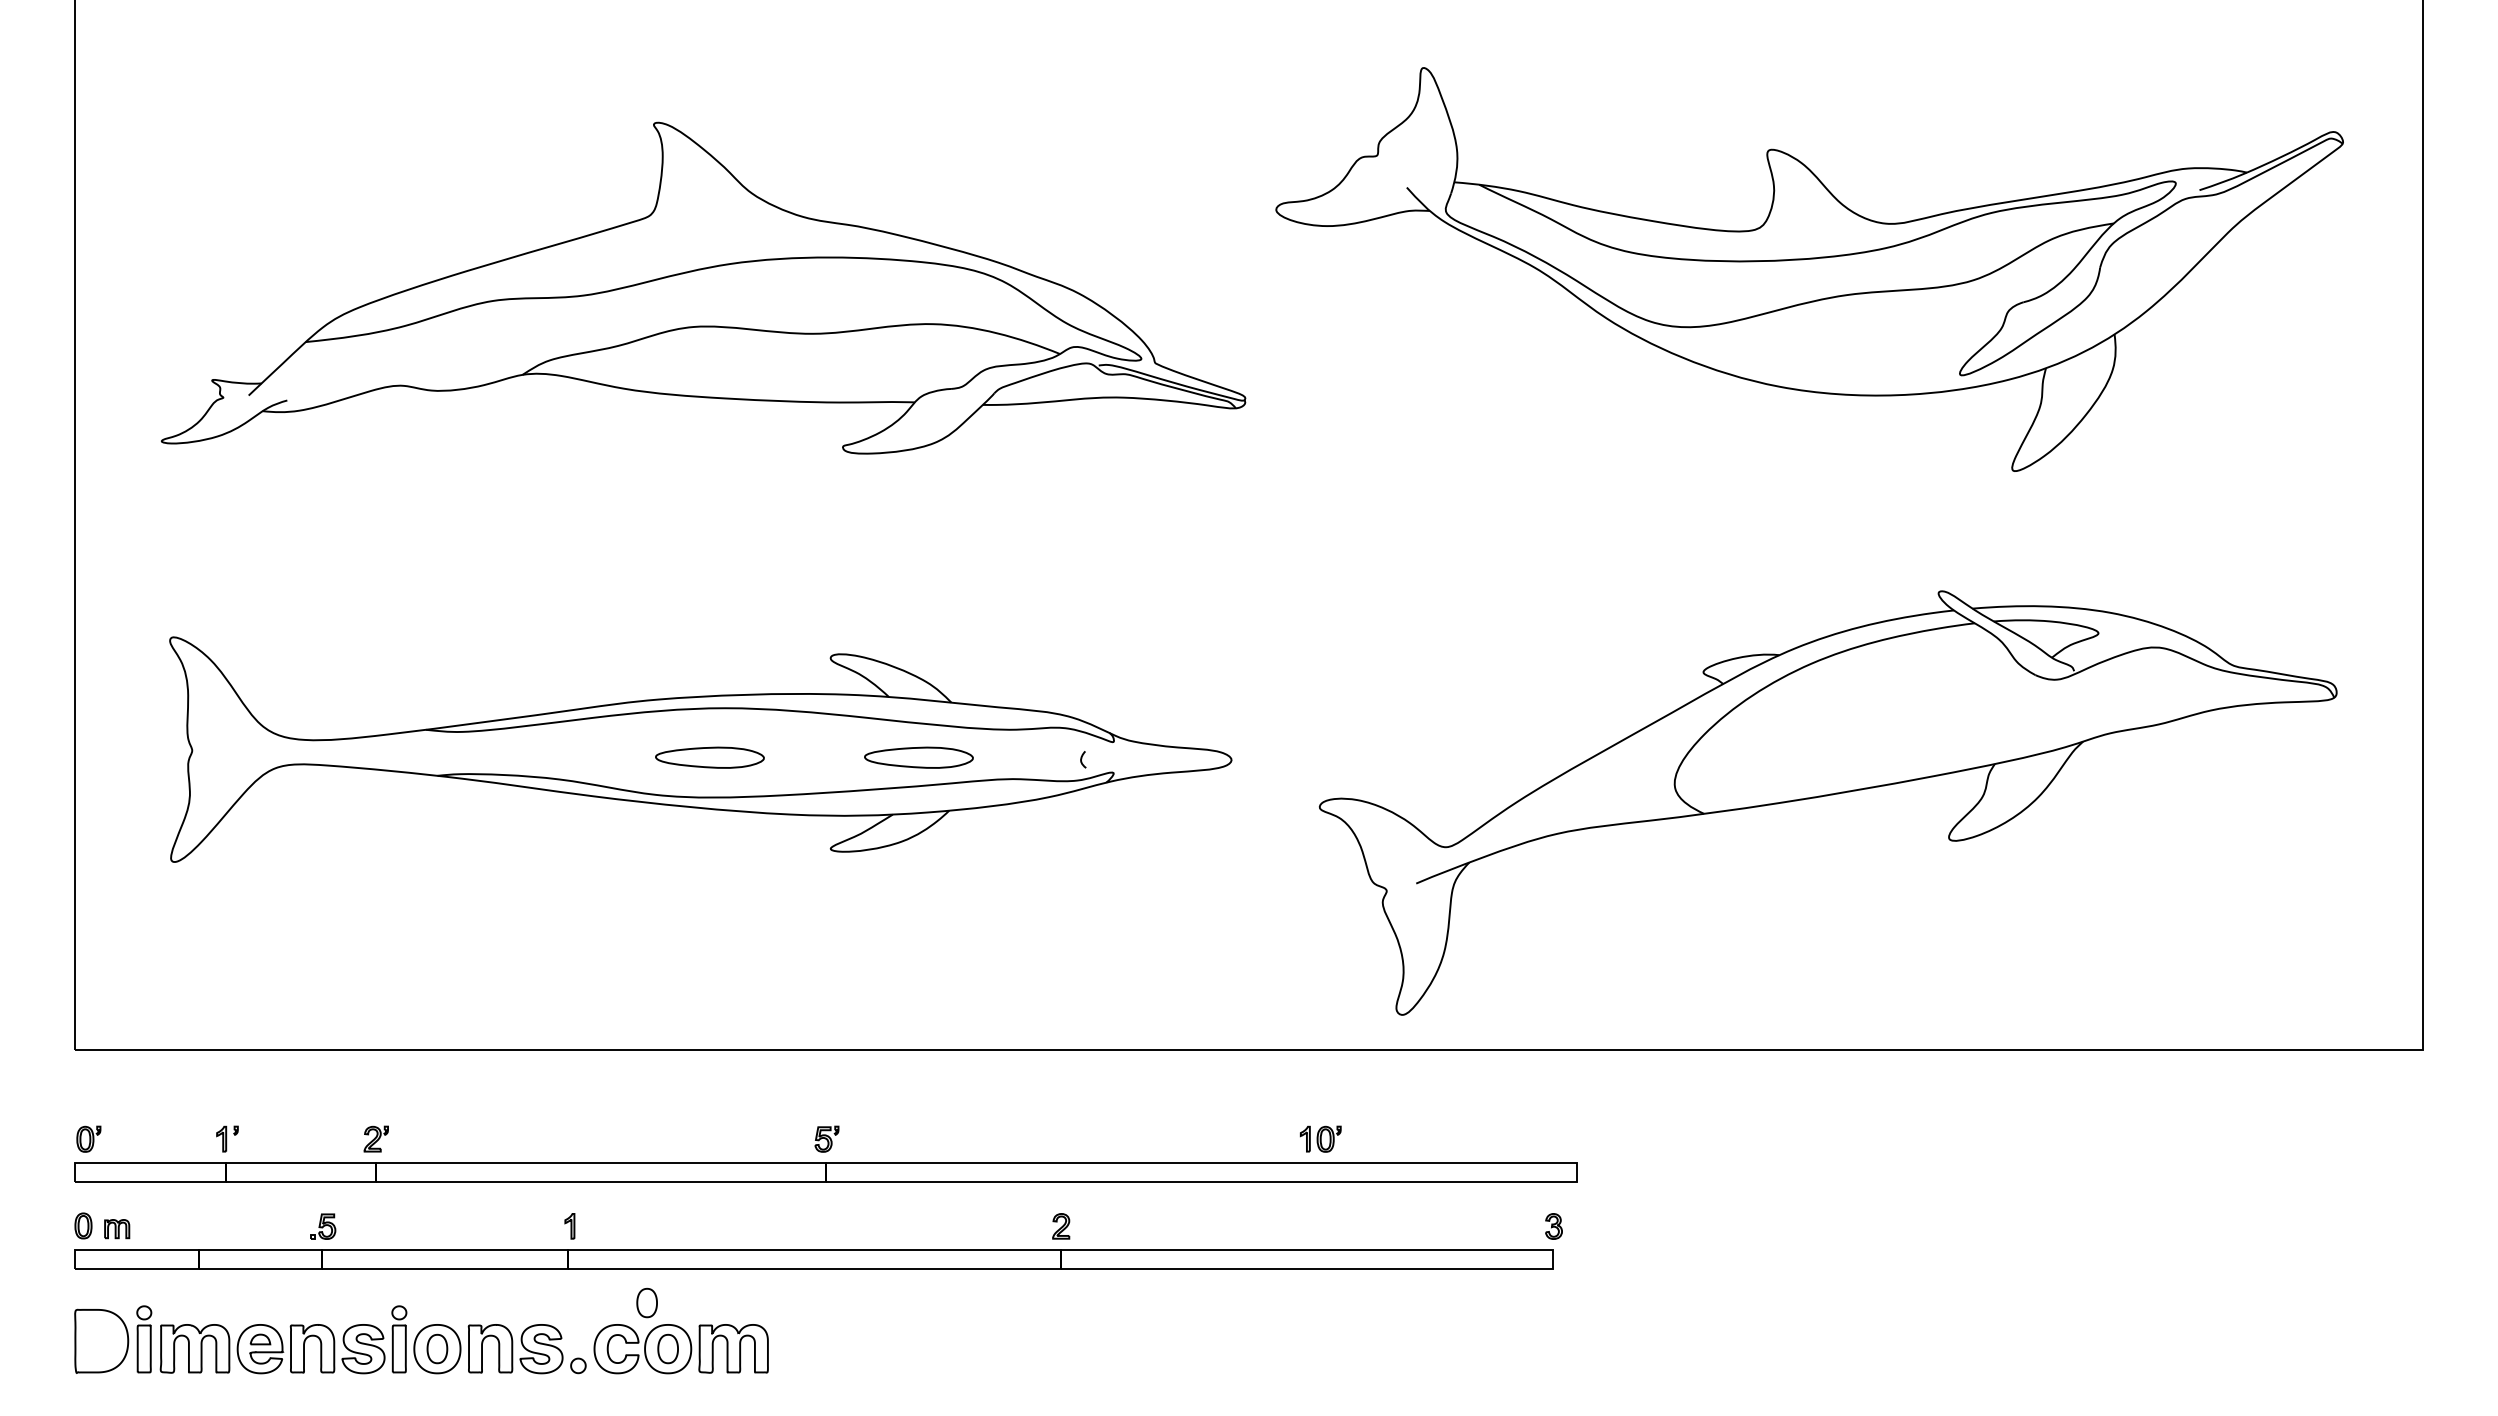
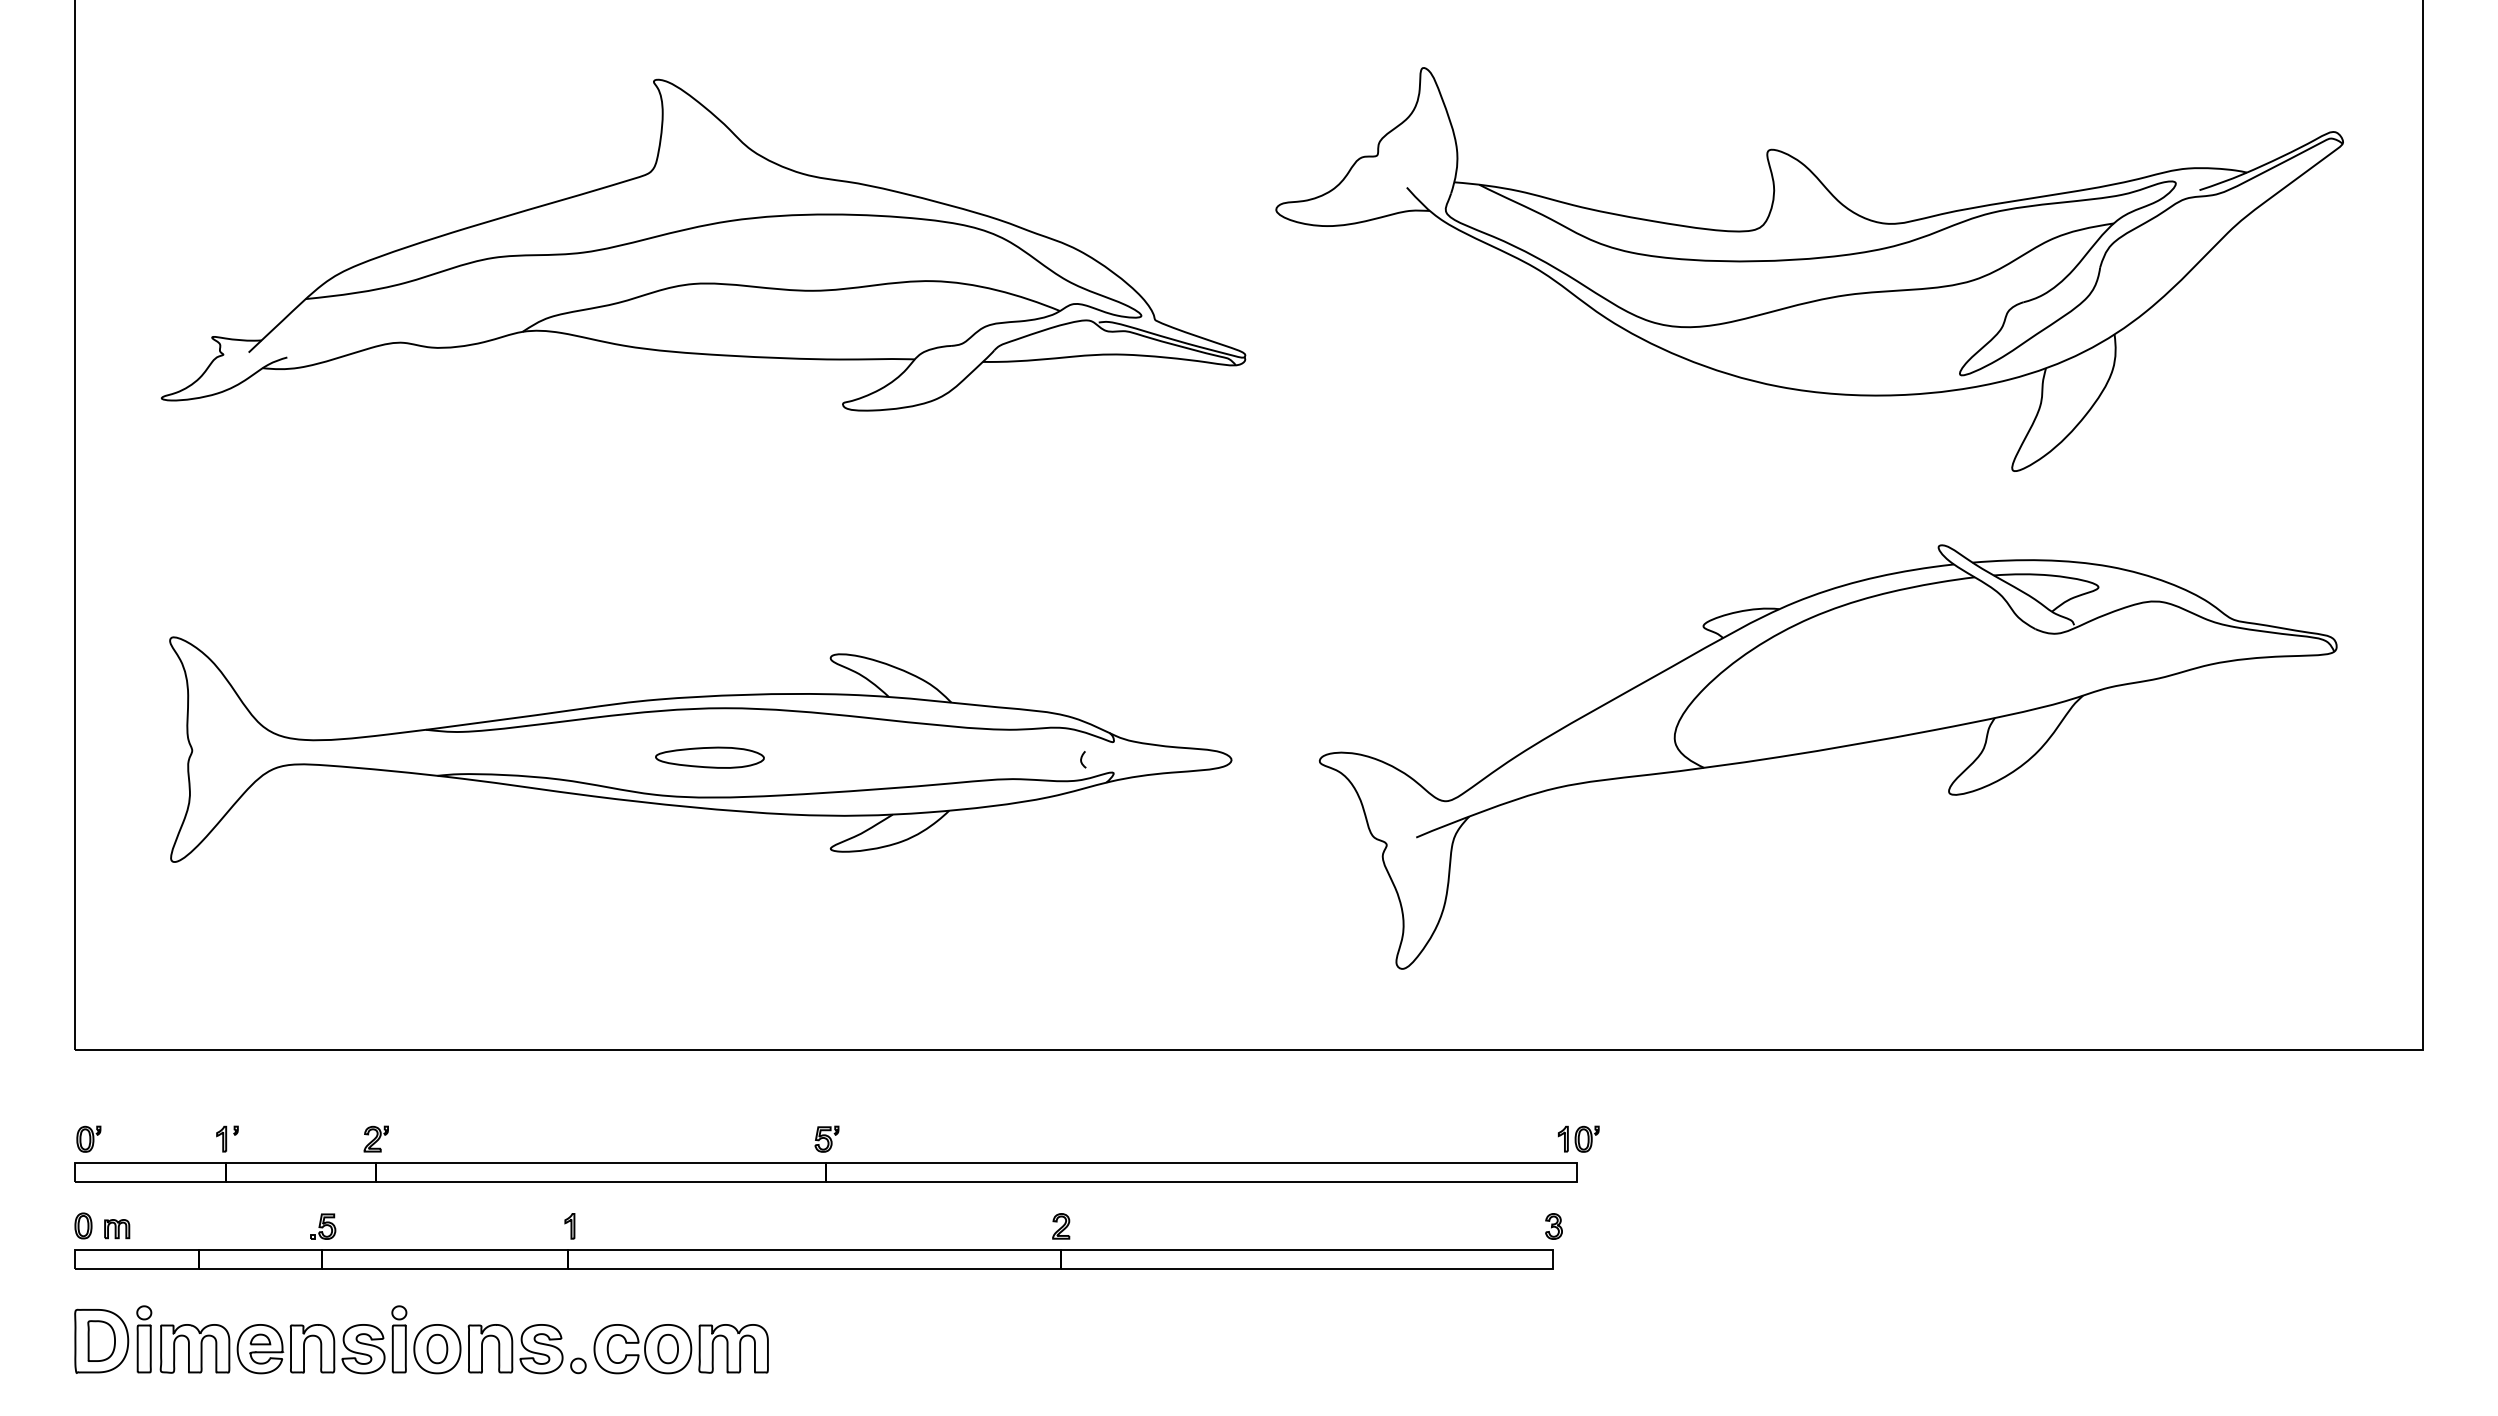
part at (703, 287) position: (703, 287) -> (703, 244)
part at (918, 757): present -> none
part at (1827, 802) position: (1827, 802) -> (1827, 756)
part at (1320, 1138) position: (1320, 1138) -> (1578, 1138)
part at (646, 1302): present -> none
part at (101, 1340): none -> present
